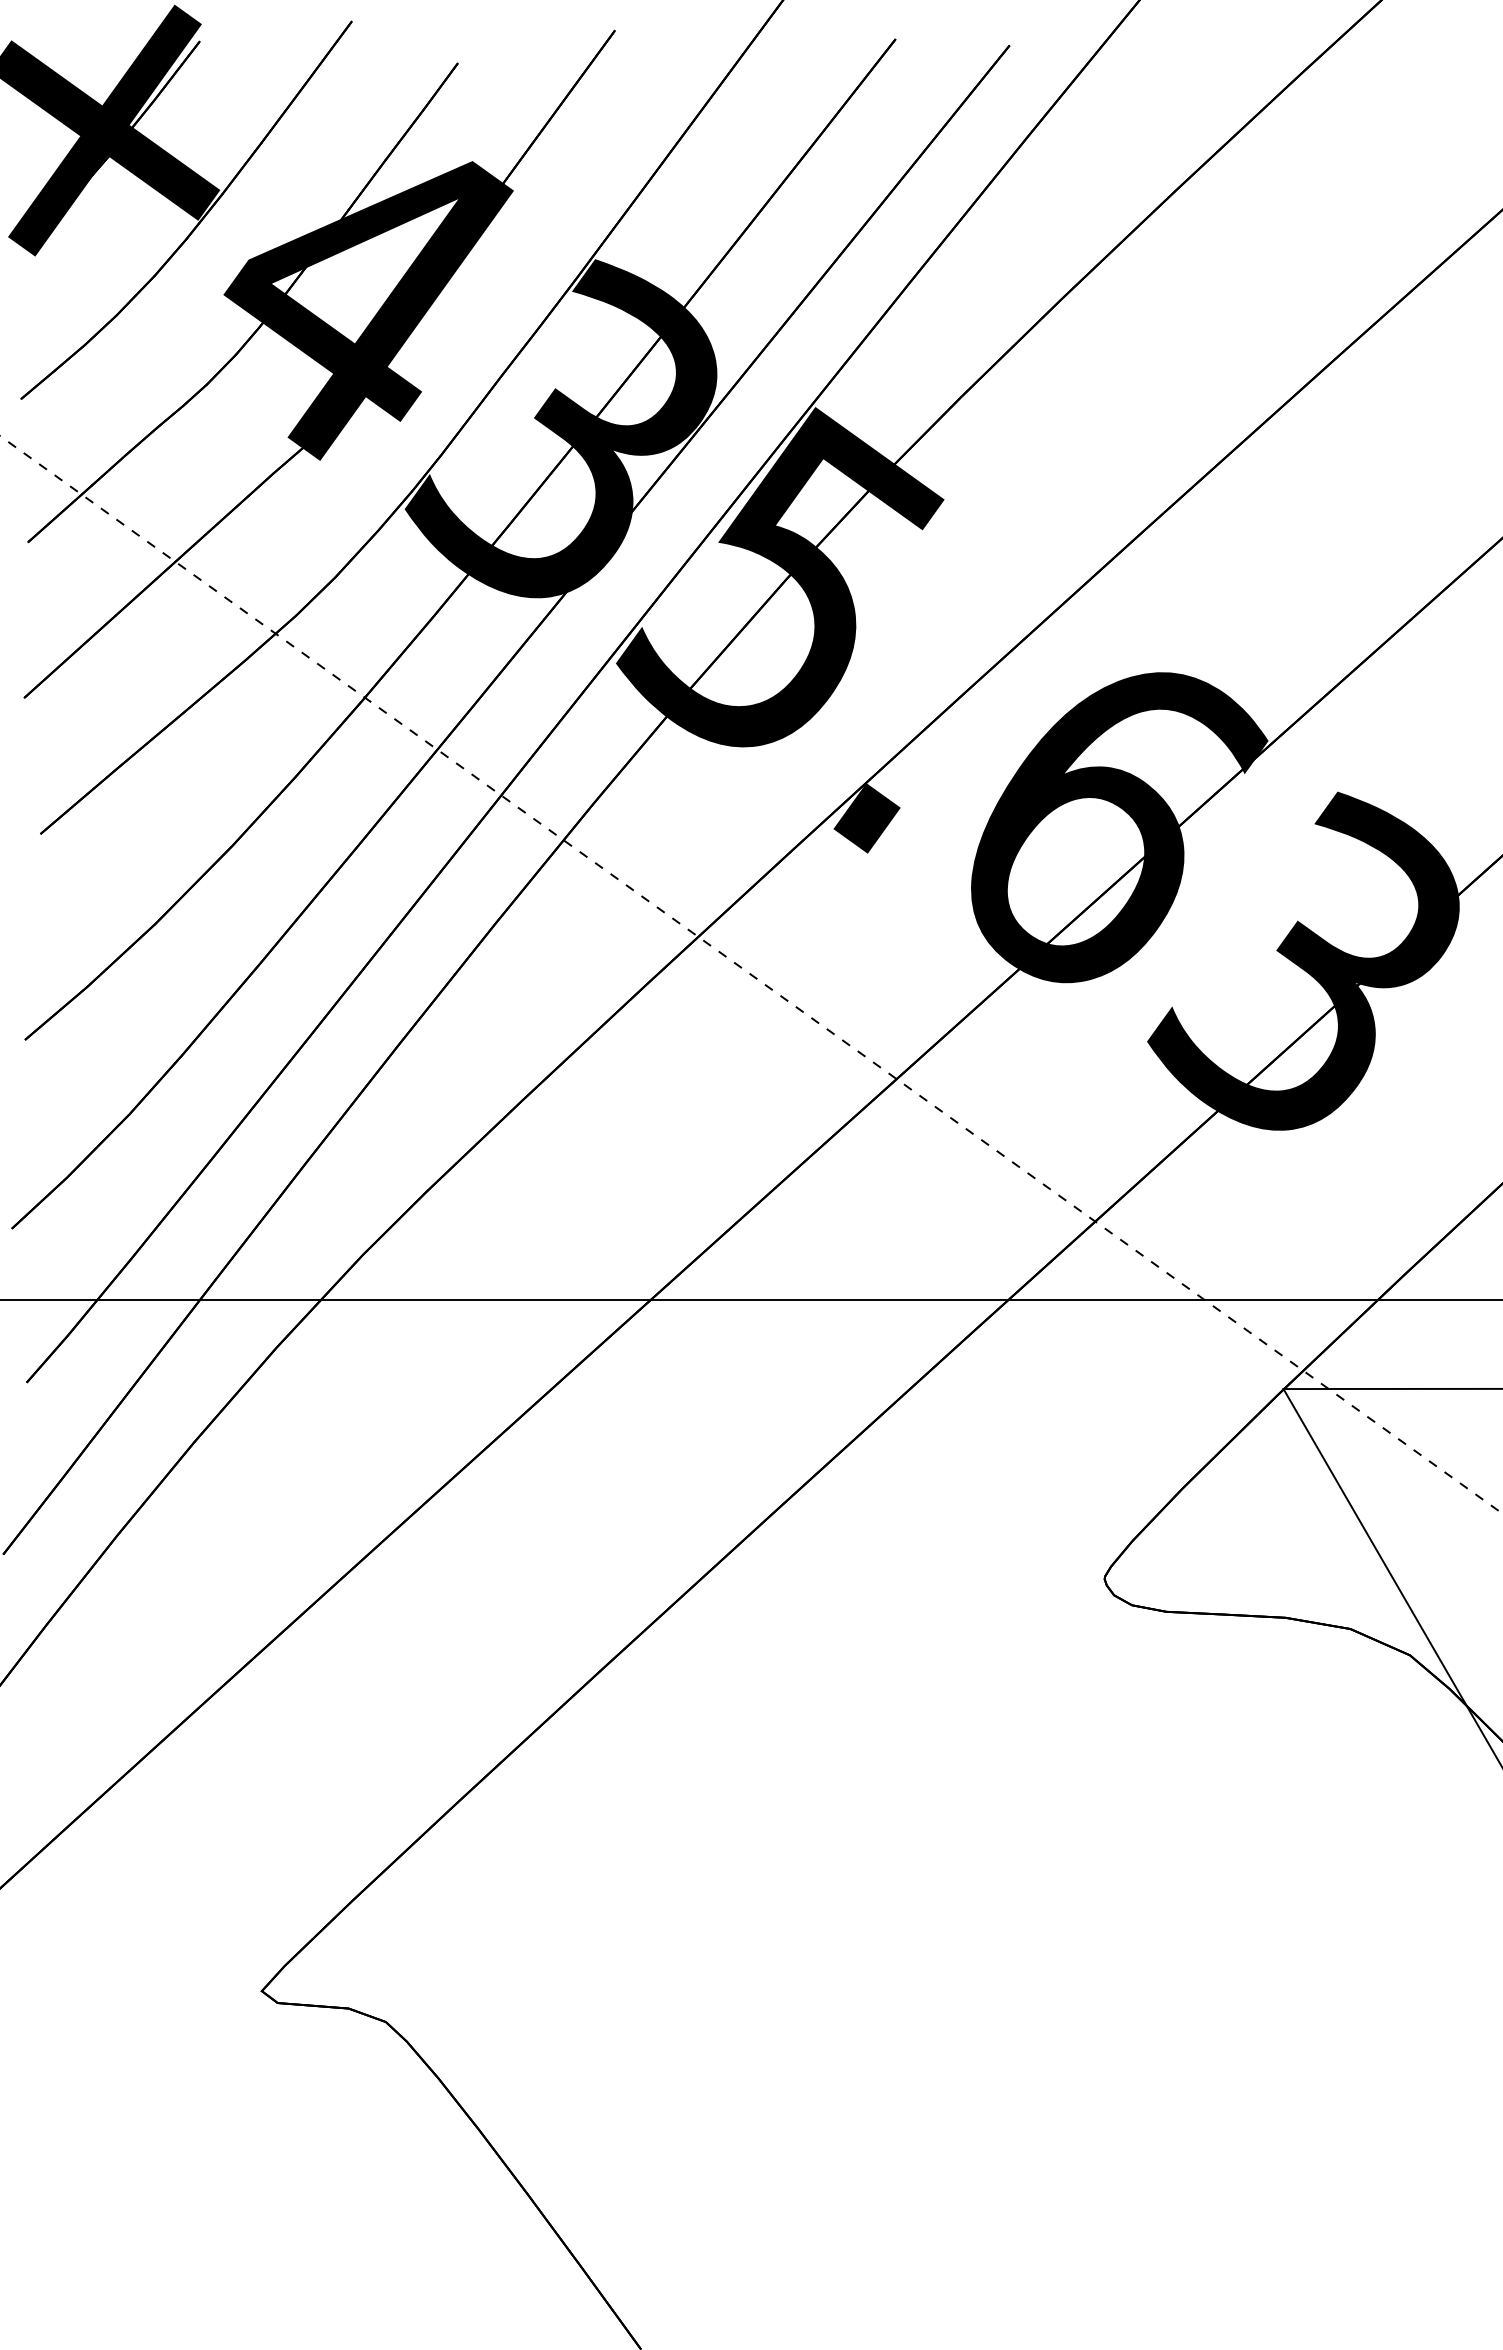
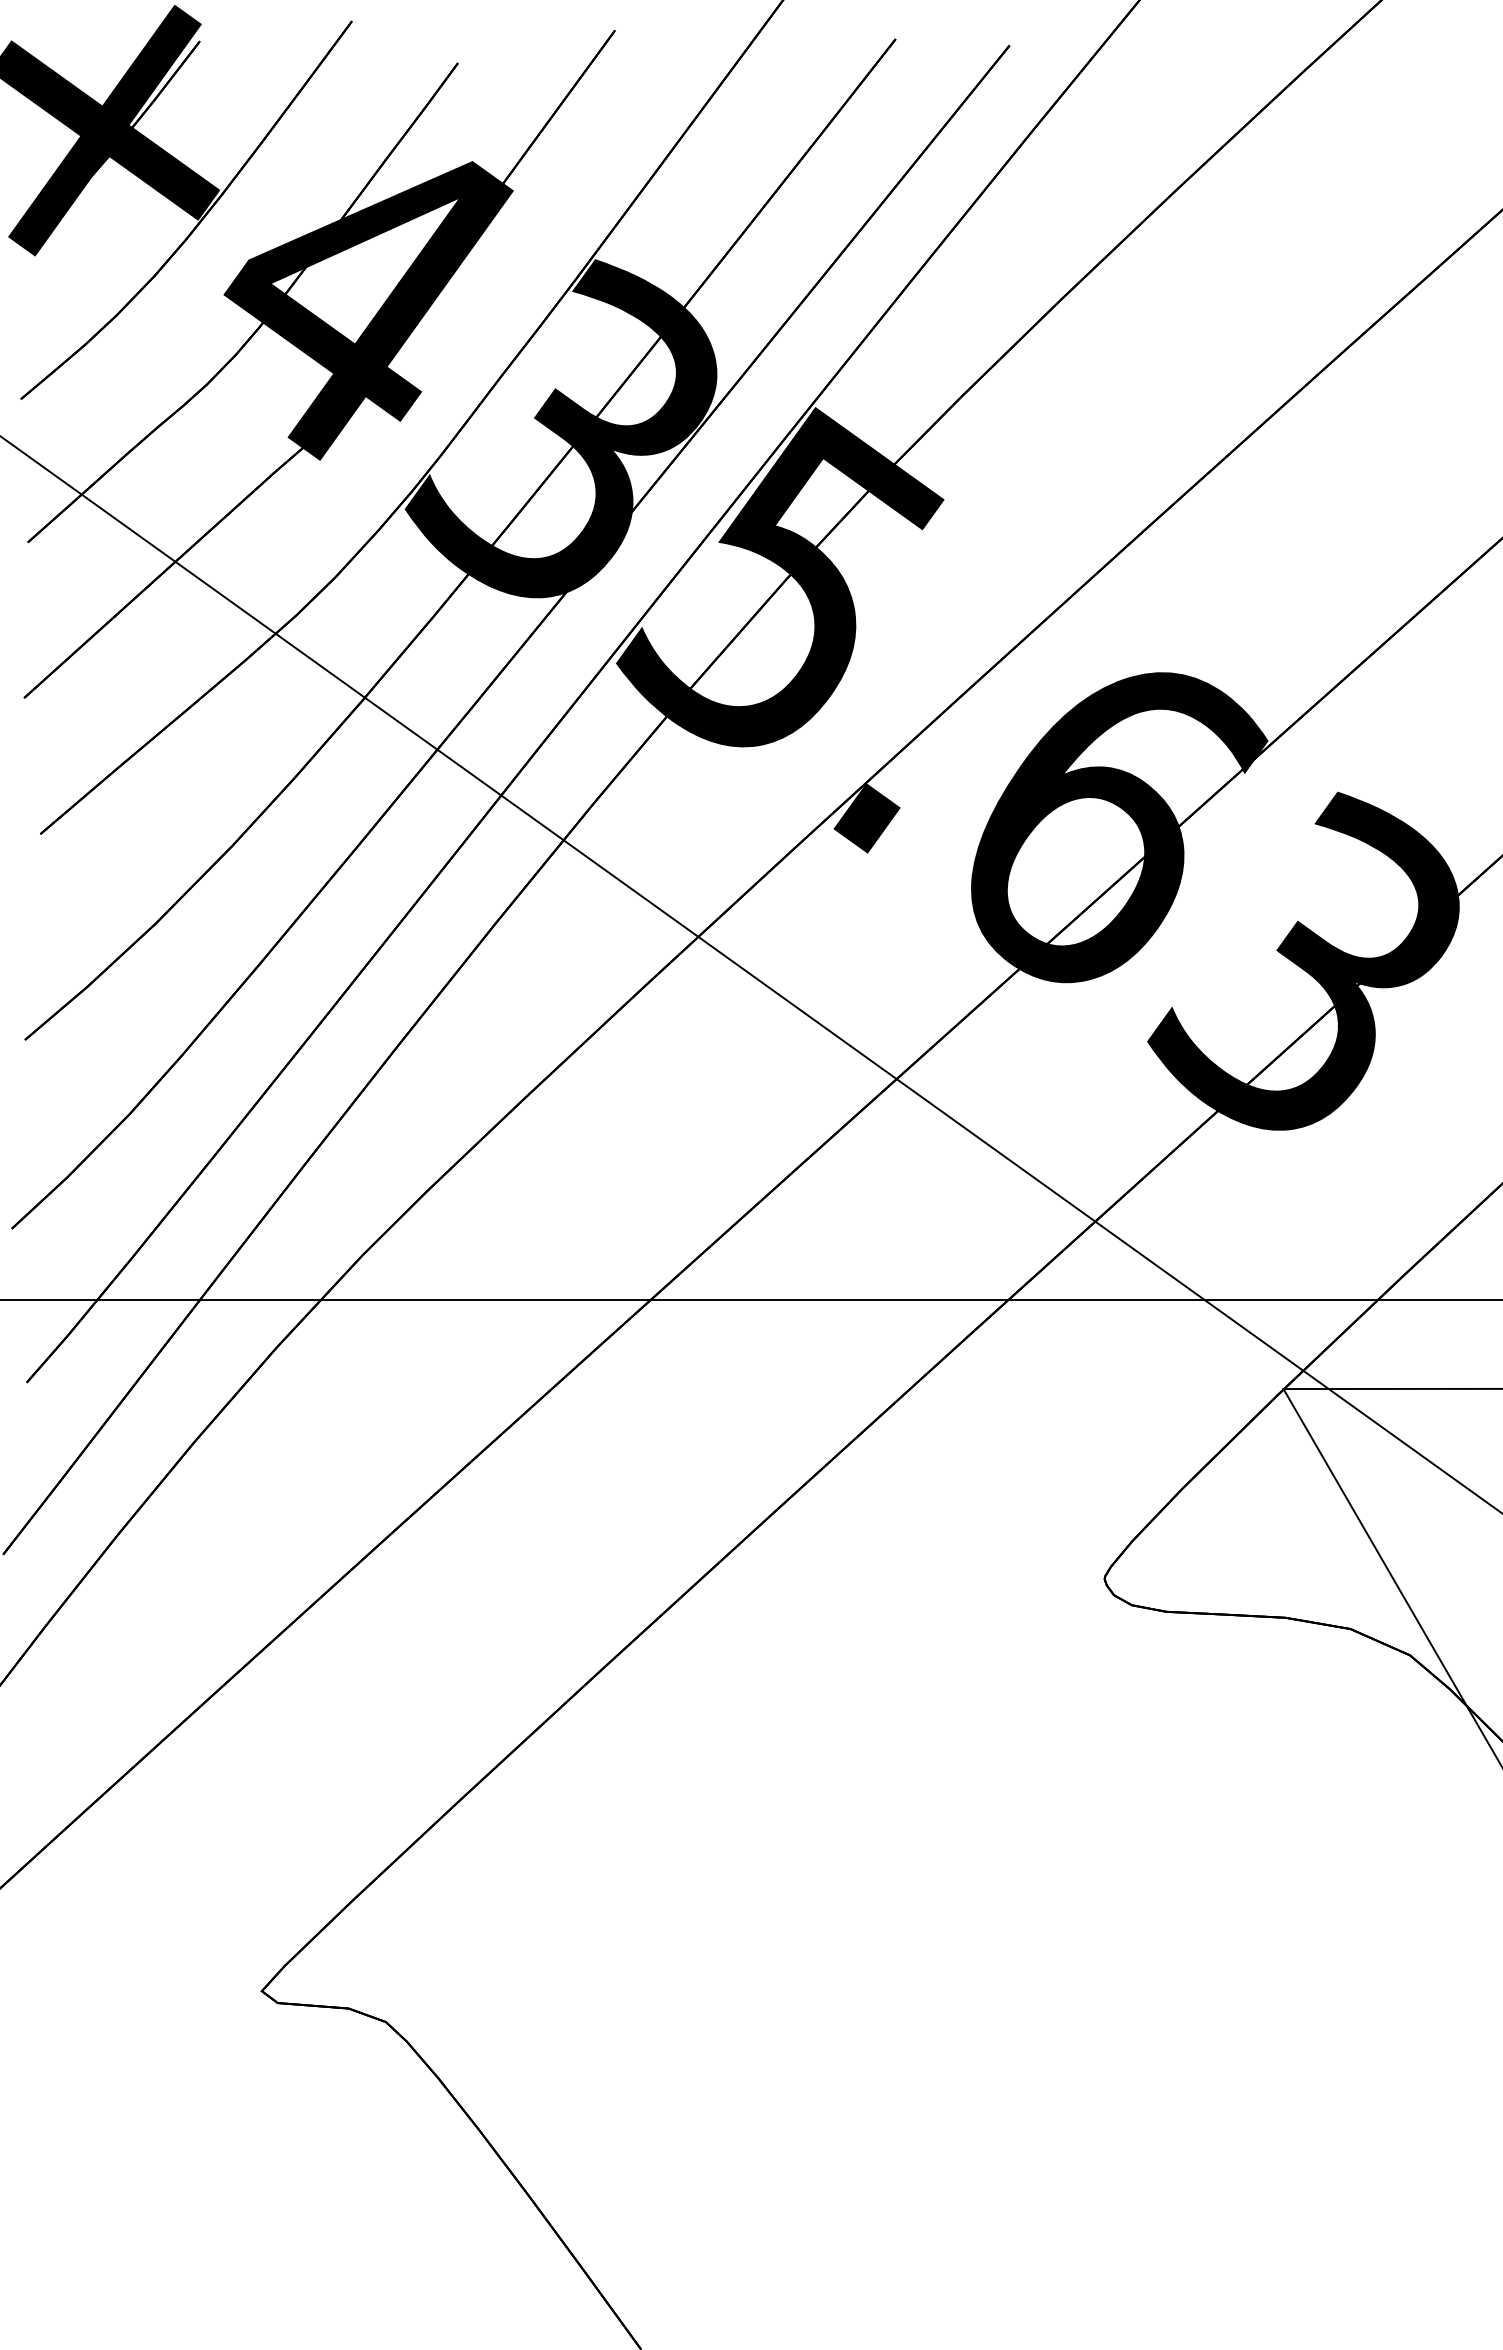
line at (751, 975): dashed -> solid
